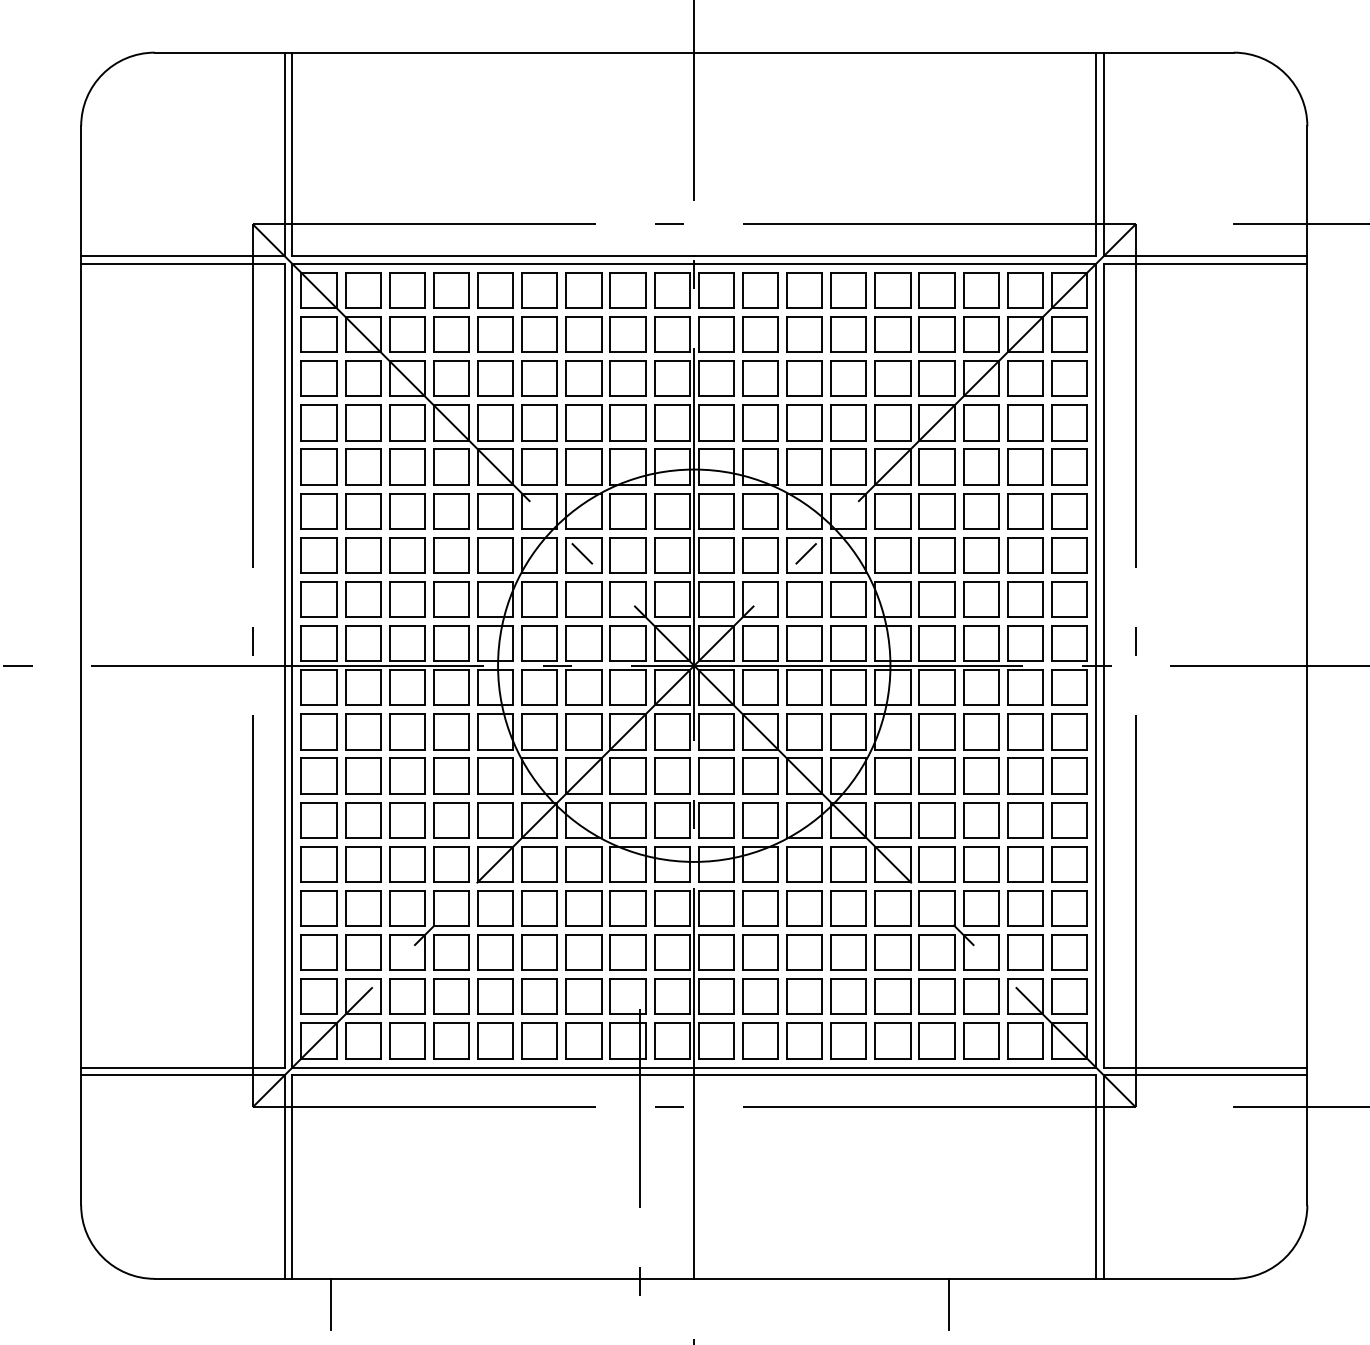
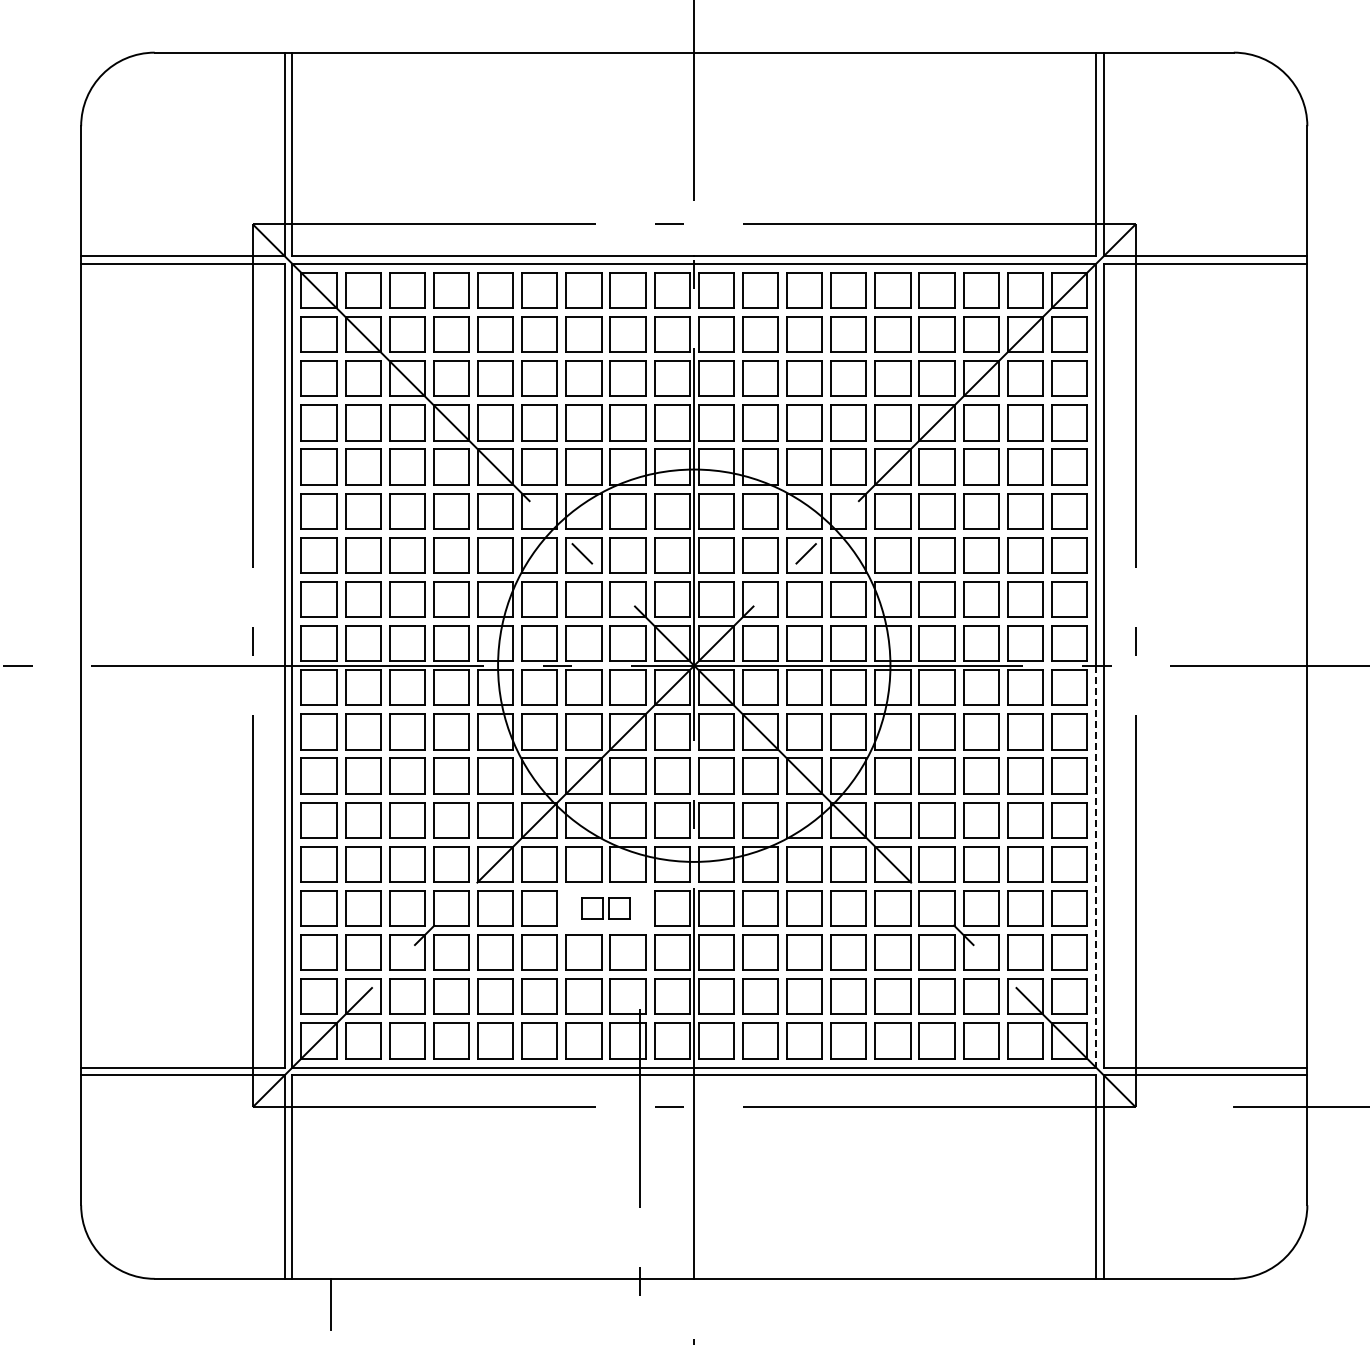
line at (1299, 224): present -> none
line at (1096, 867): solid -> dashed
part at (605, 908) size: 82x37 px -> 50x23 px
line at (949, 1304): present -> none
